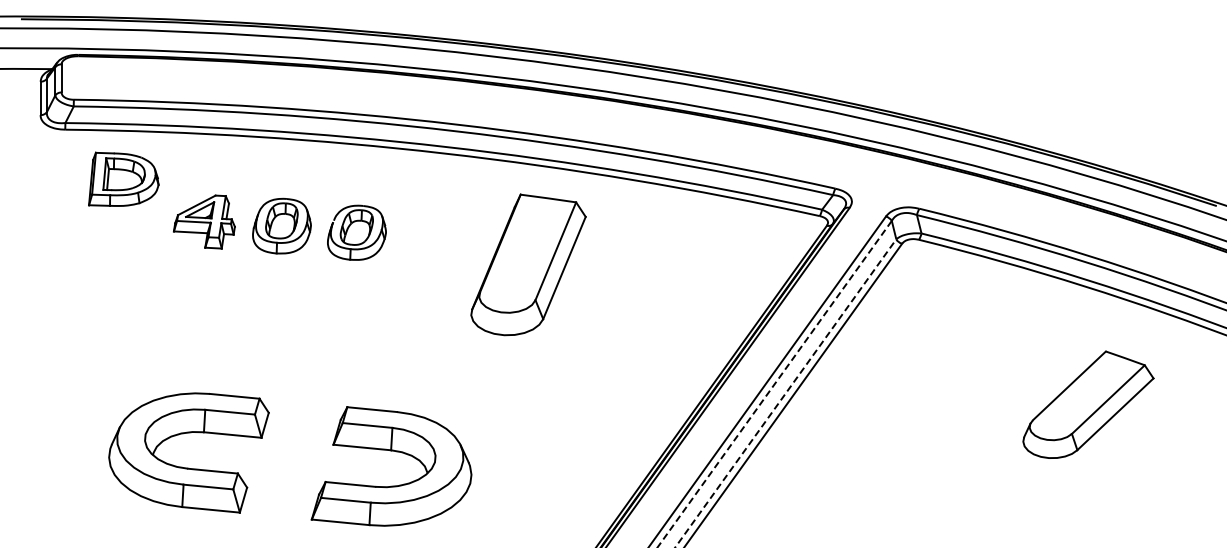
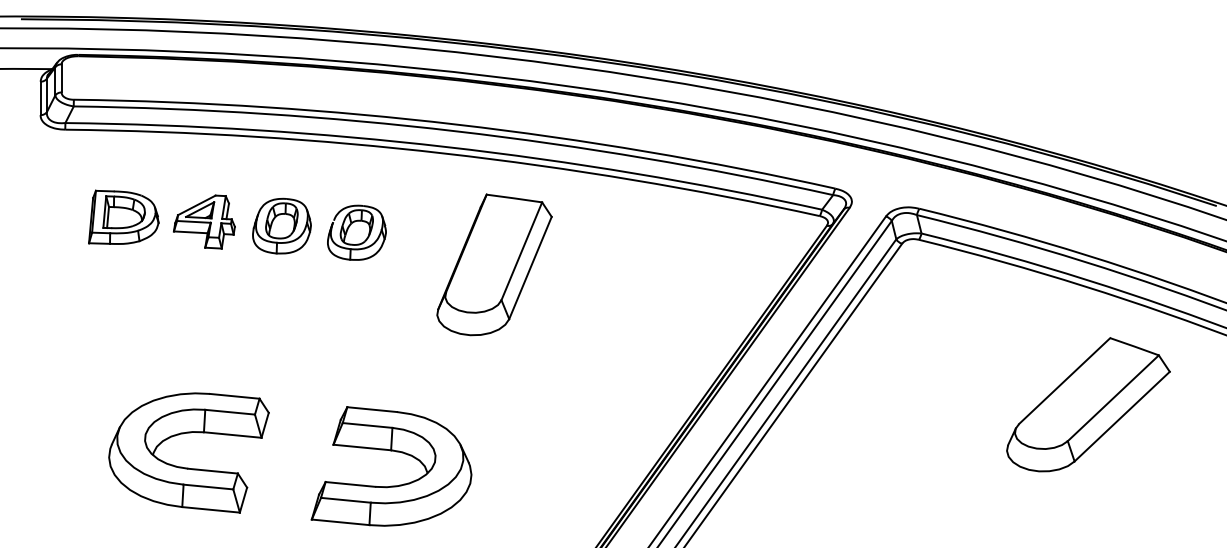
part at (123, 178) position: (123, 178) -> (123, 216)
part at (528, 264) position: (528, 264) -> (494, 264)
line at (774, 384): dashed -> solid
line at (785, 393): dashed -> solid
part at (1088, 404) size: 133x109 px -> 165x136 px
